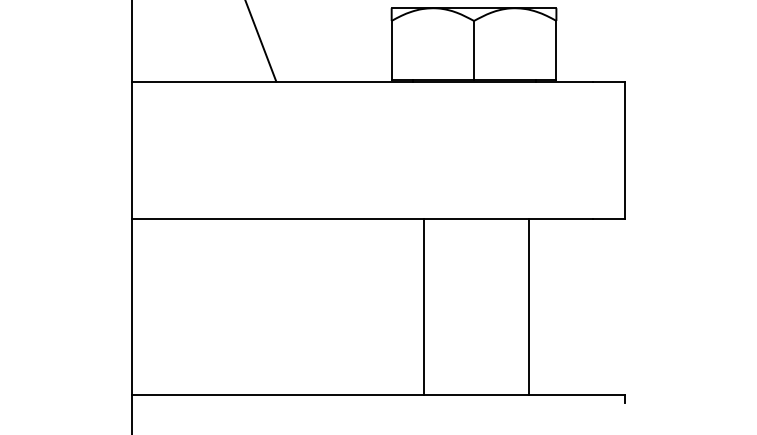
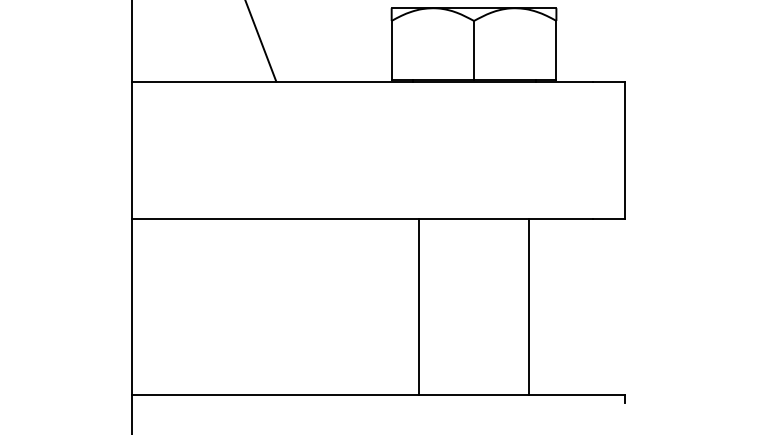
line at (424, 306) position: (424, 306) -> (419, 306)
